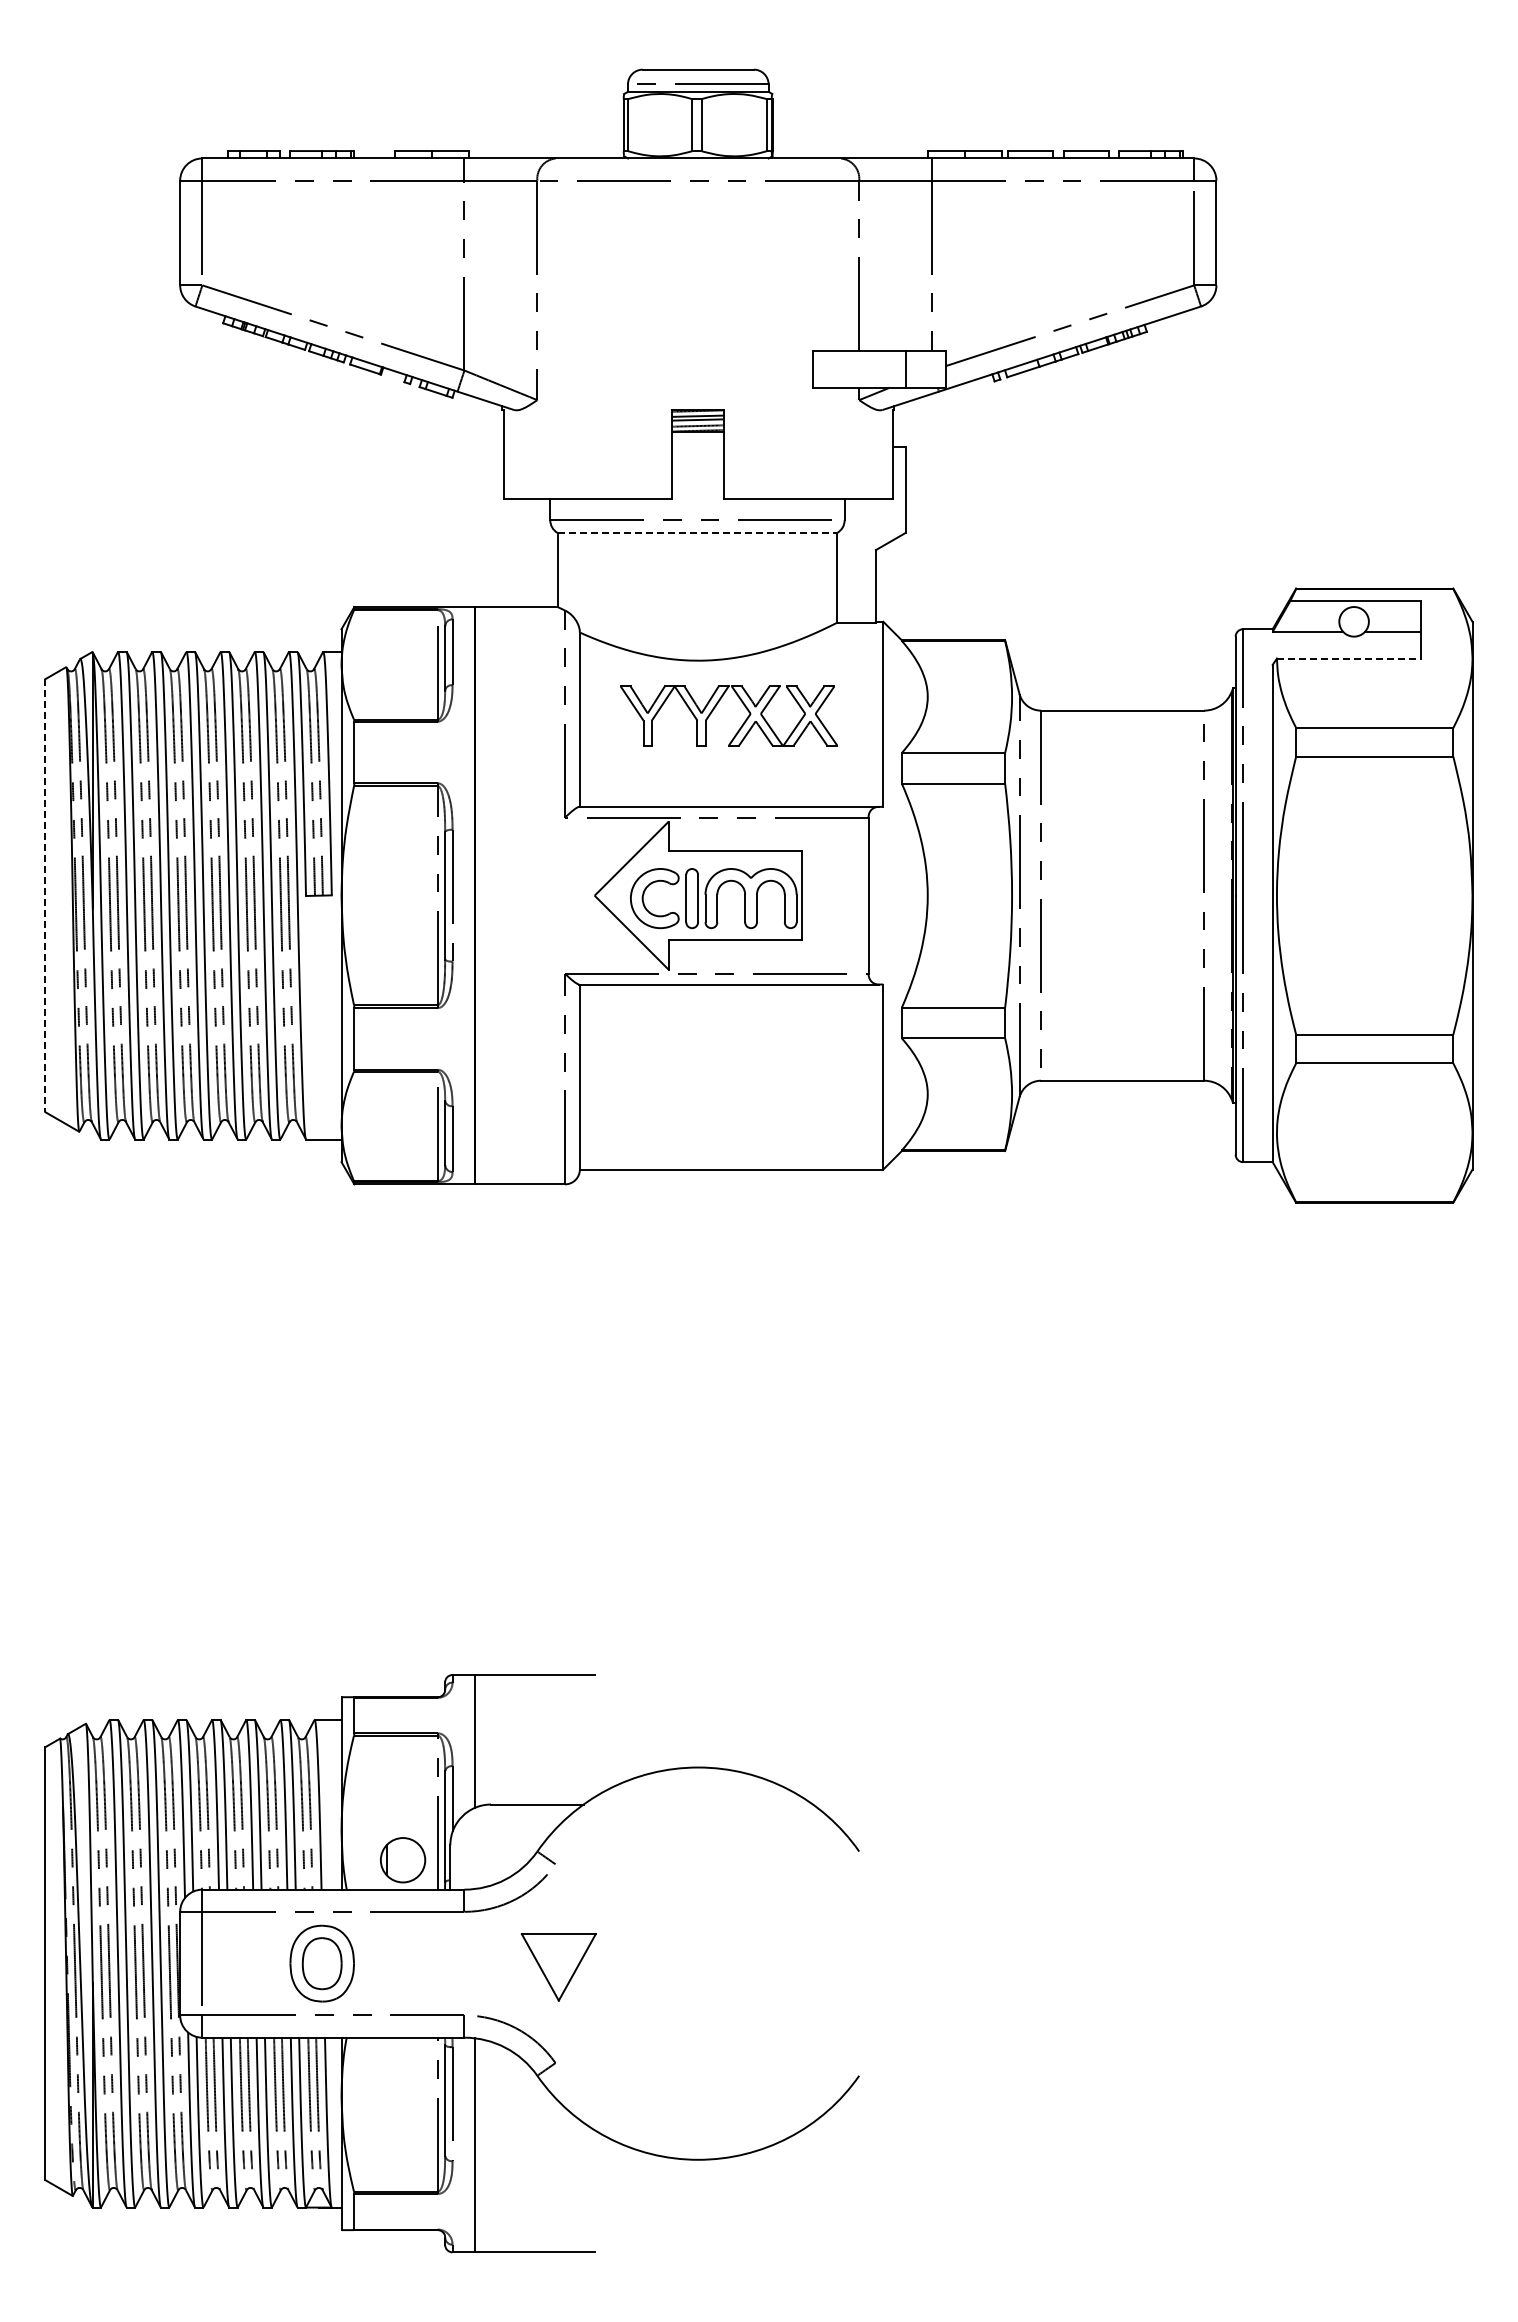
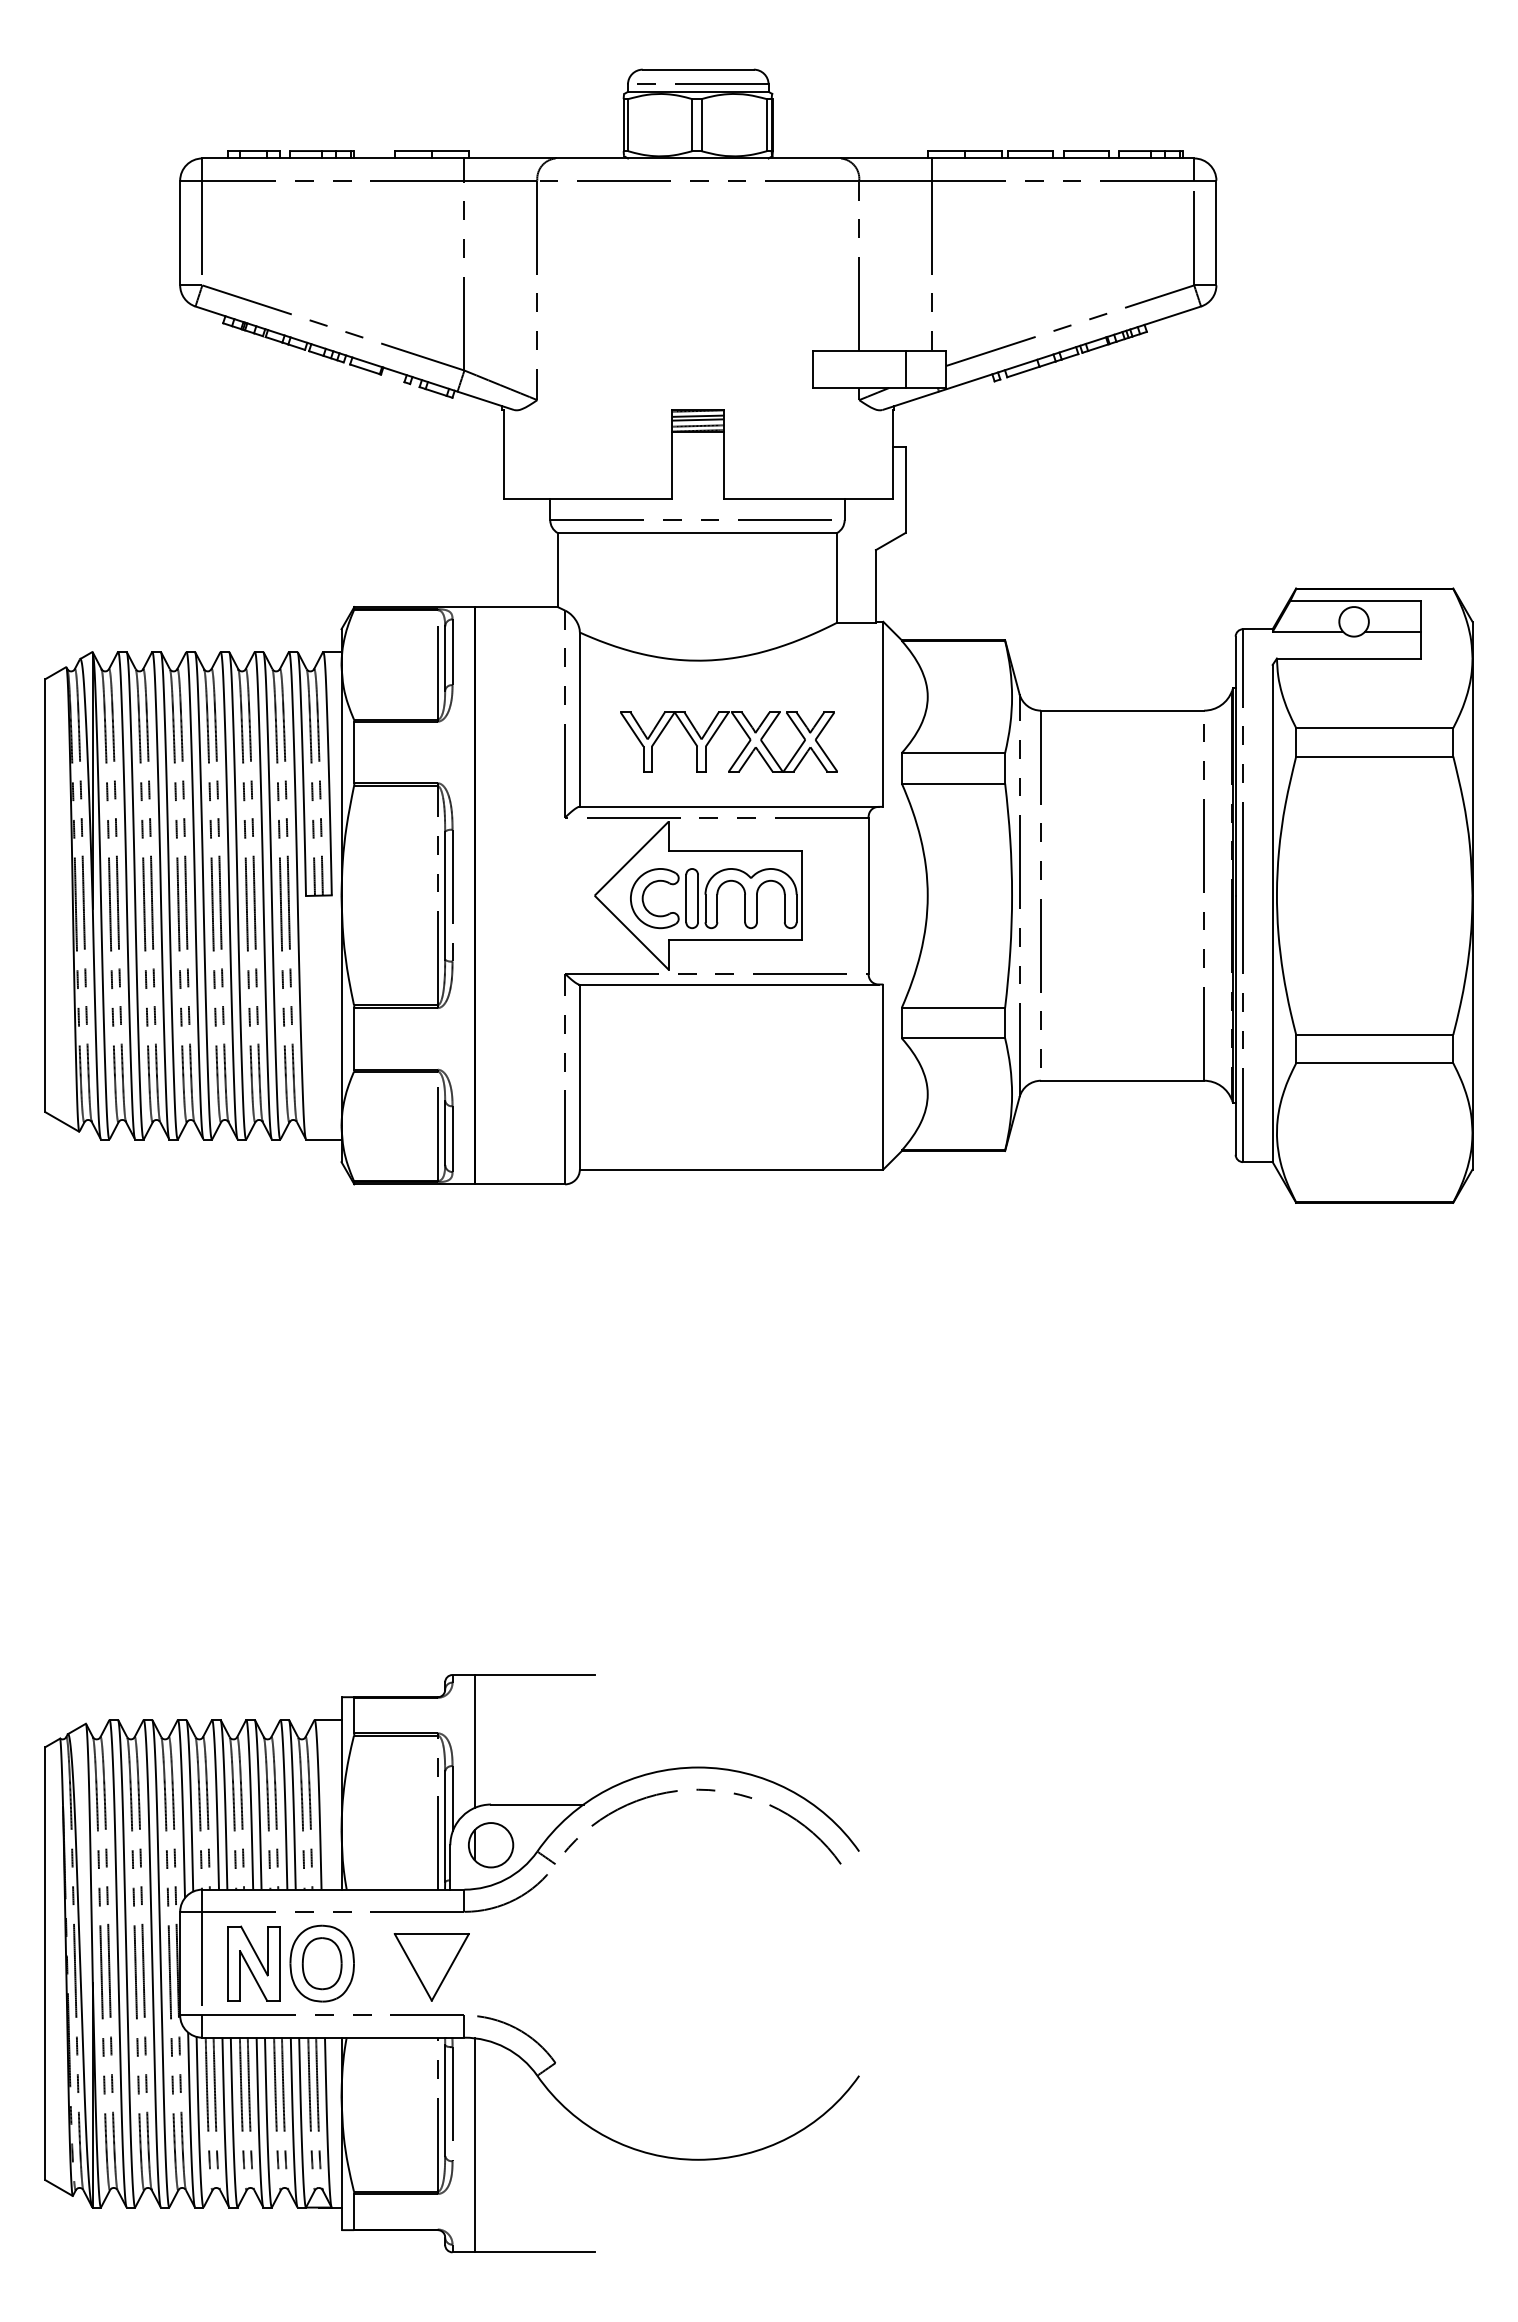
line at (697, 533): dashed -> solid
line at (1348, 658): dashed -> solid
part at (716, 706) position: (716, 706) -> (716, 732)
line at (45, 895): dashed -> solid
arc at (710, 1791): none -> present
part at (403, 1860) position: (403, 1860) -> (491, 1845)
part at (253, 1963): none -> present
part at (558, 1967) position: (558, 1967) -> (431, 1967)
